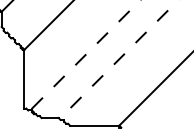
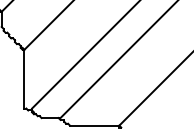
line at (86, 54): dashed -> solid
line at (119, 59): dashed -> solid
